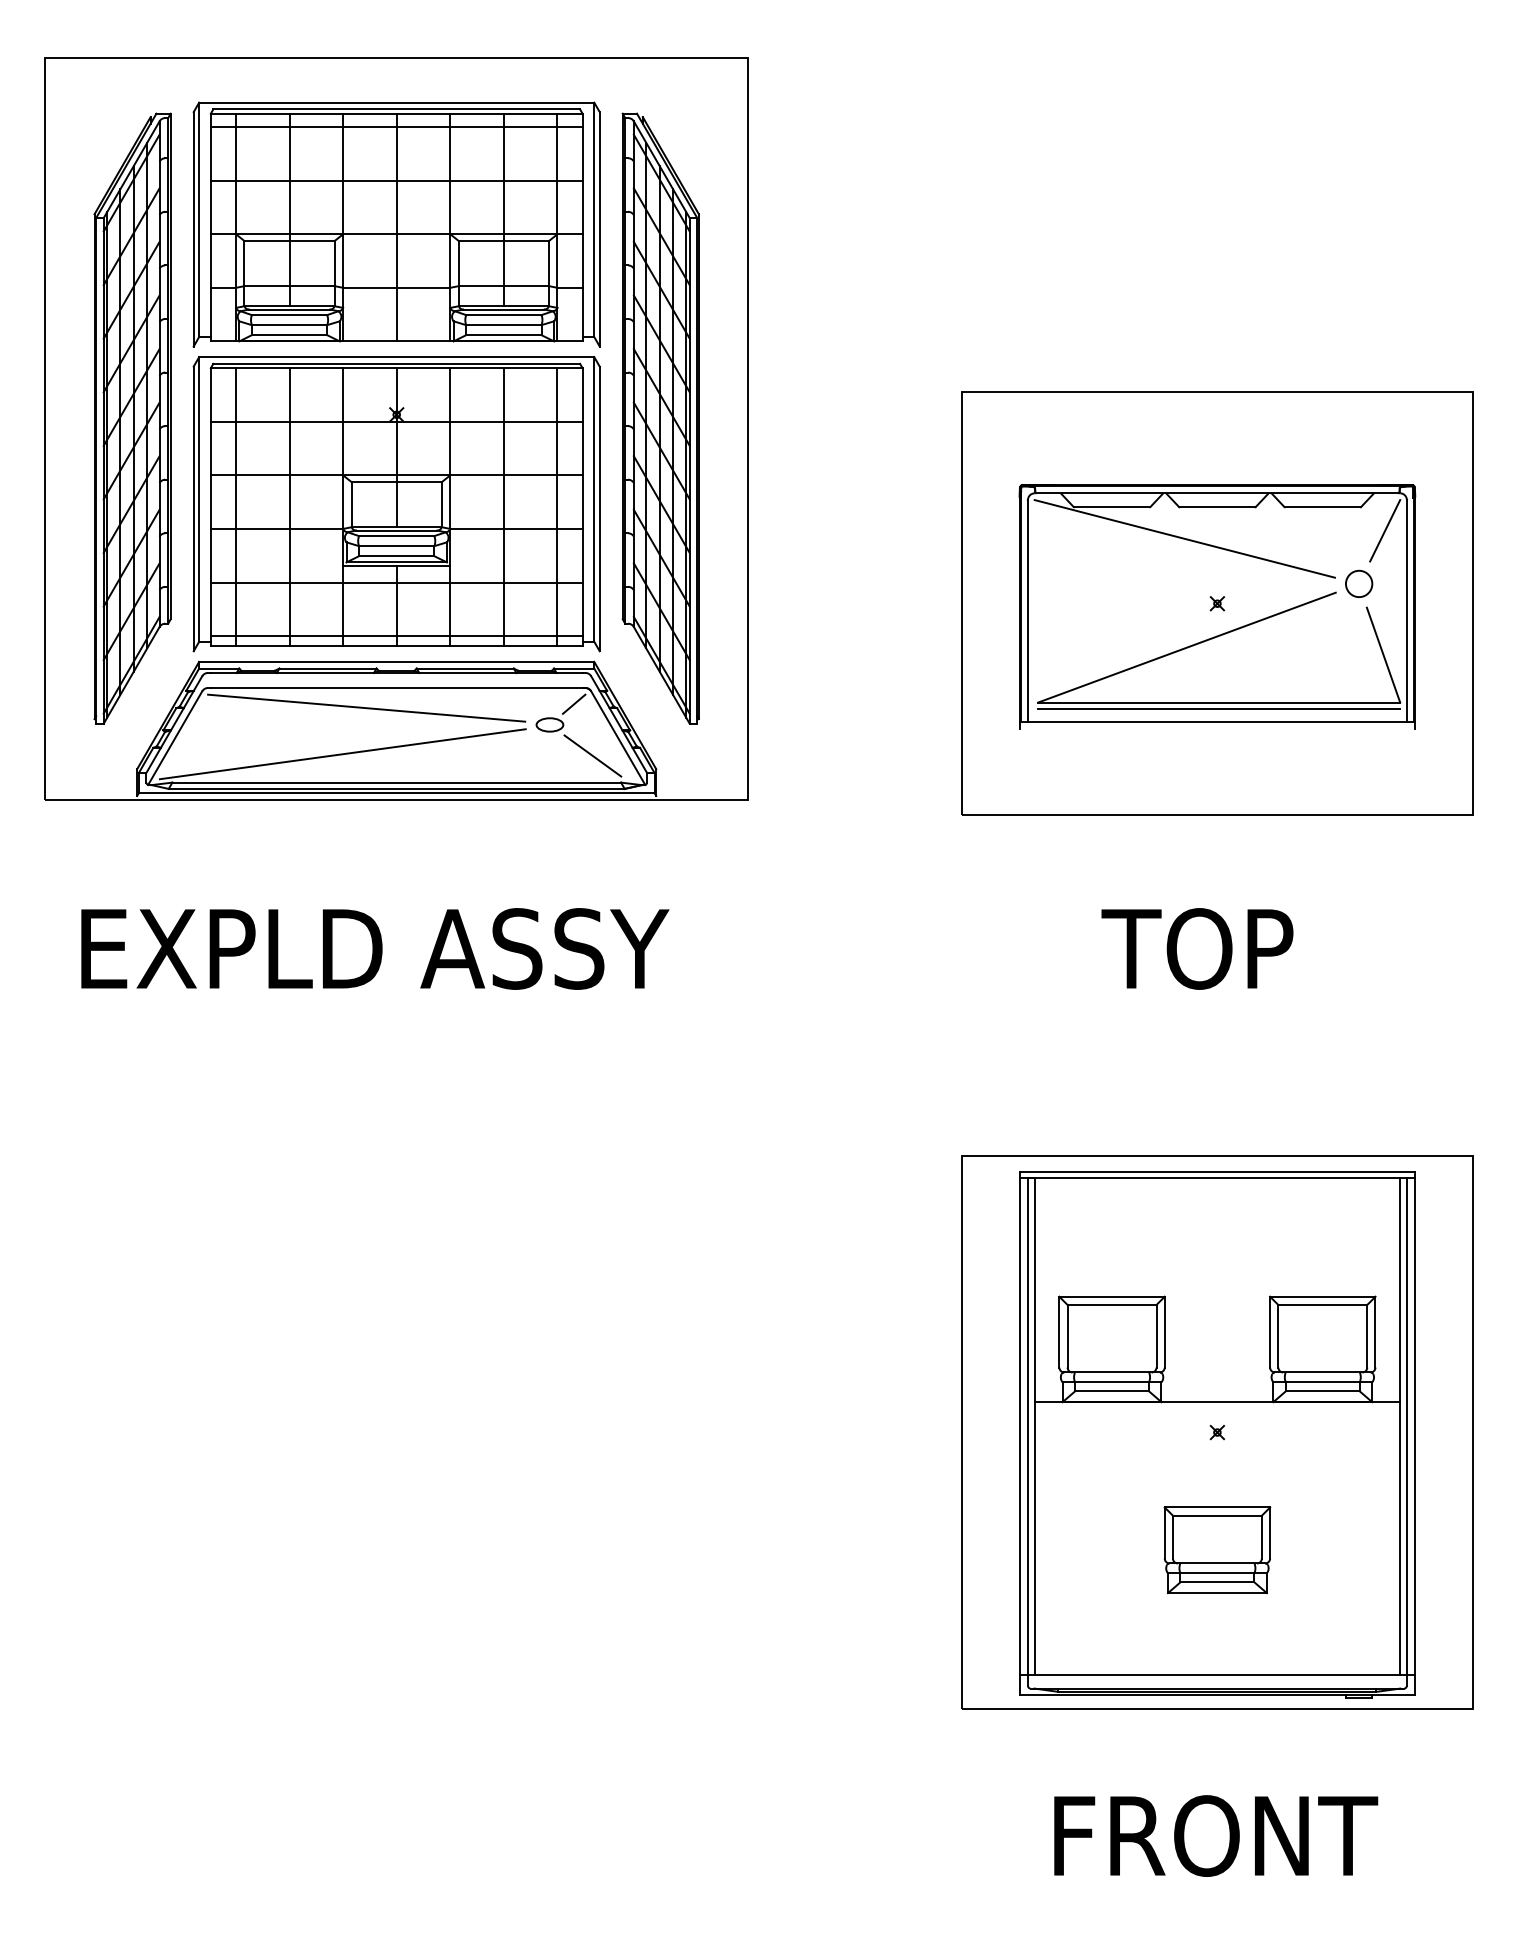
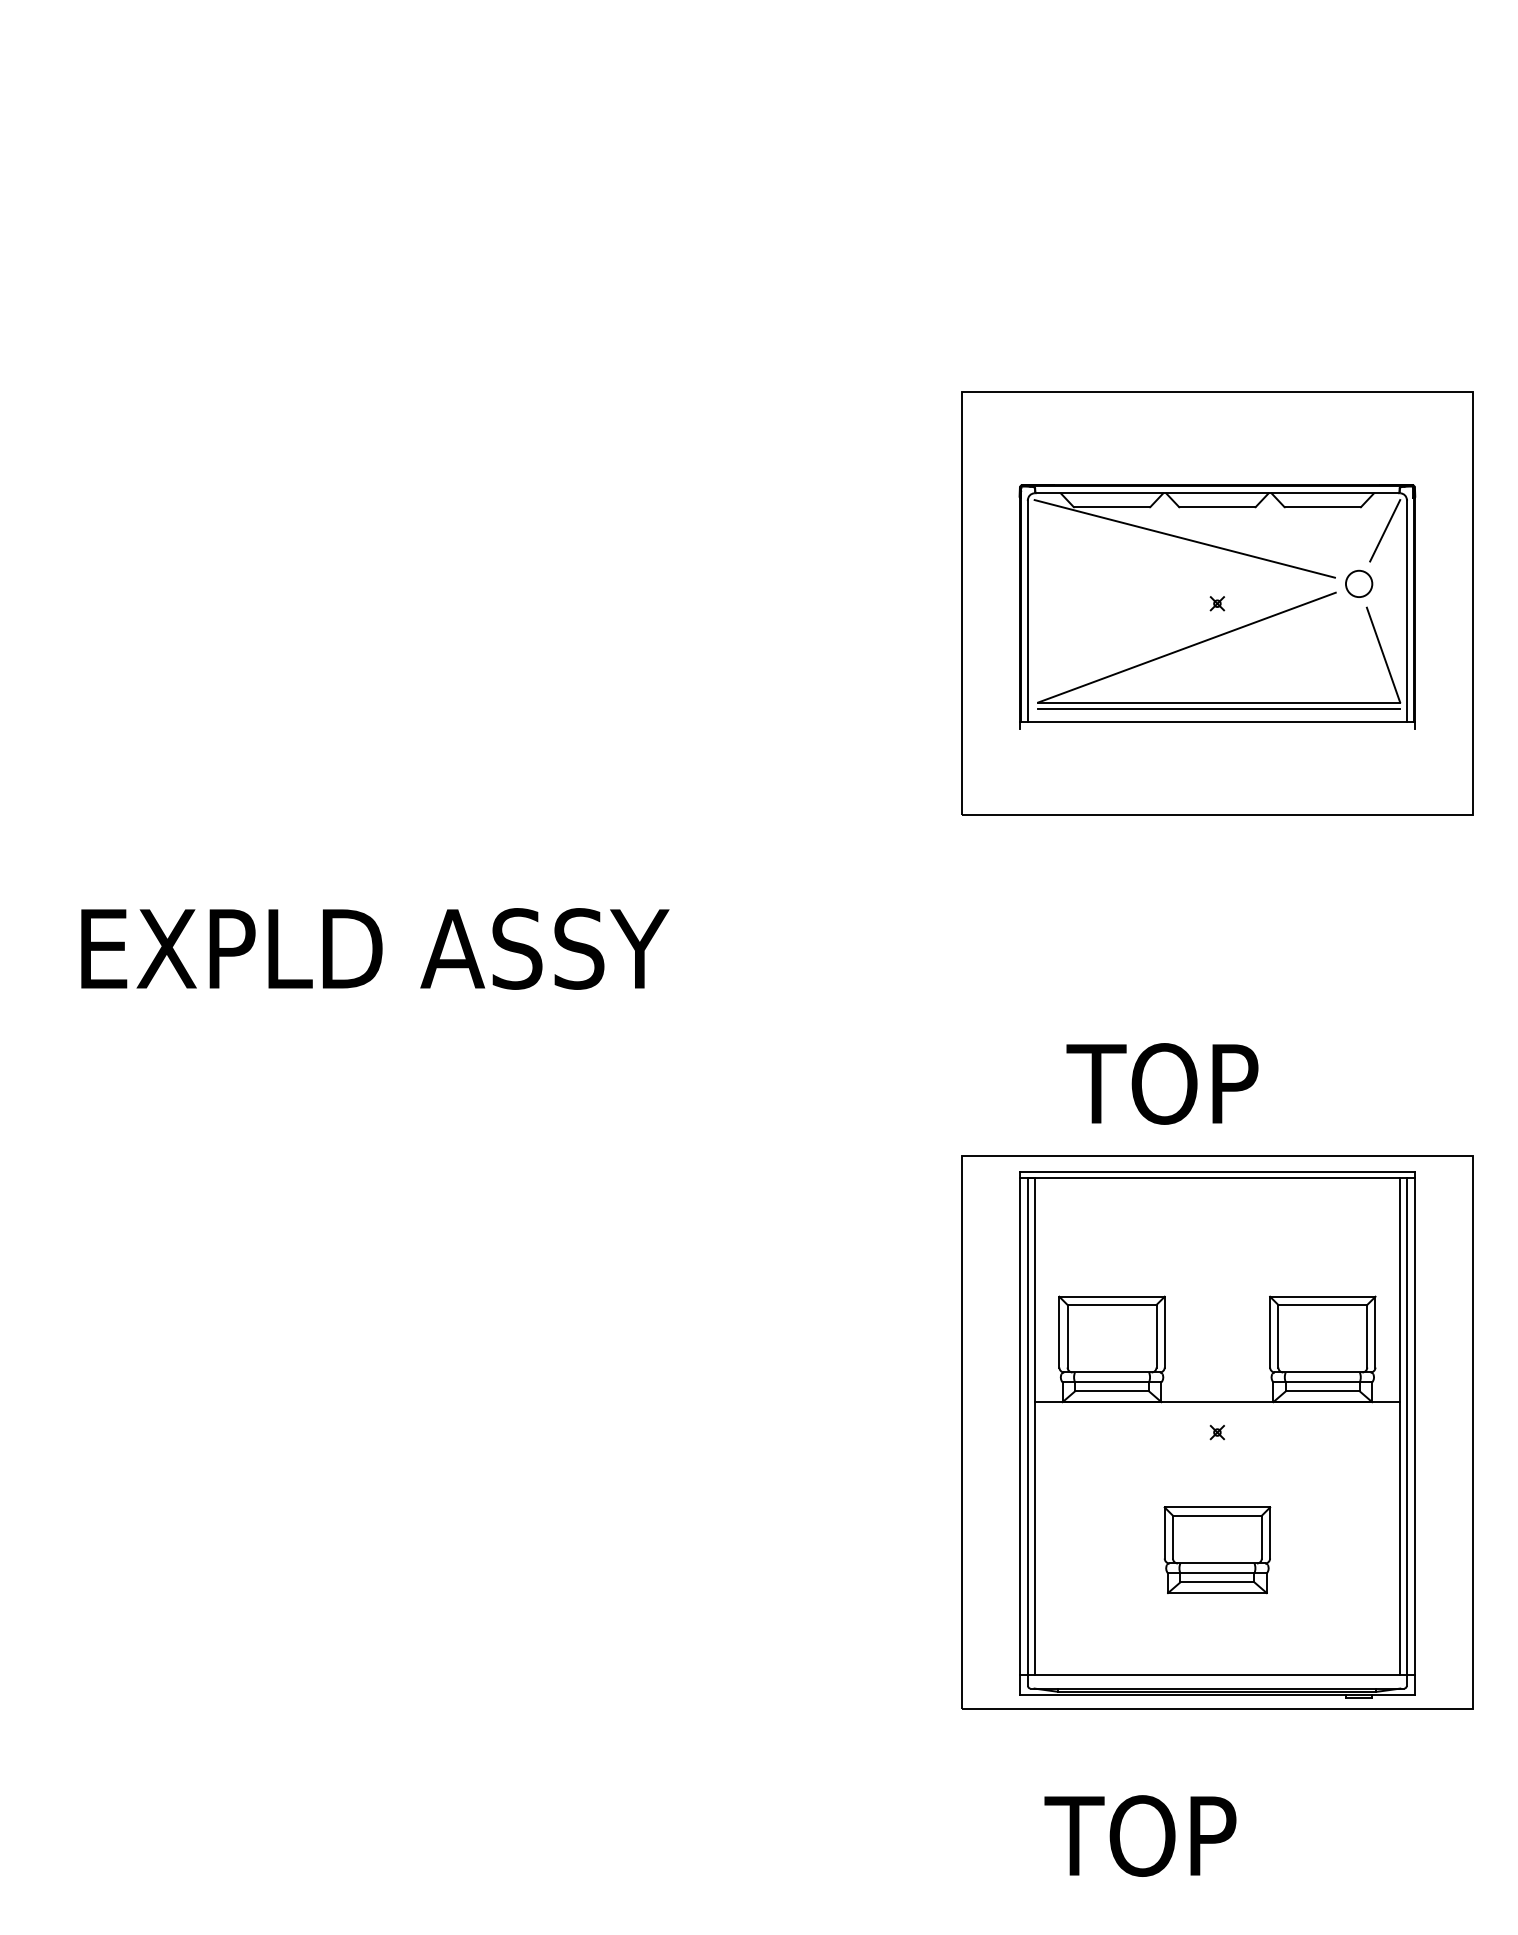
part at (396, 428): present -> none
text at (1197, 948) position: (1197, 948) -> (1162, 1083)
text at (1211, 1835): FRONT -> TOP
